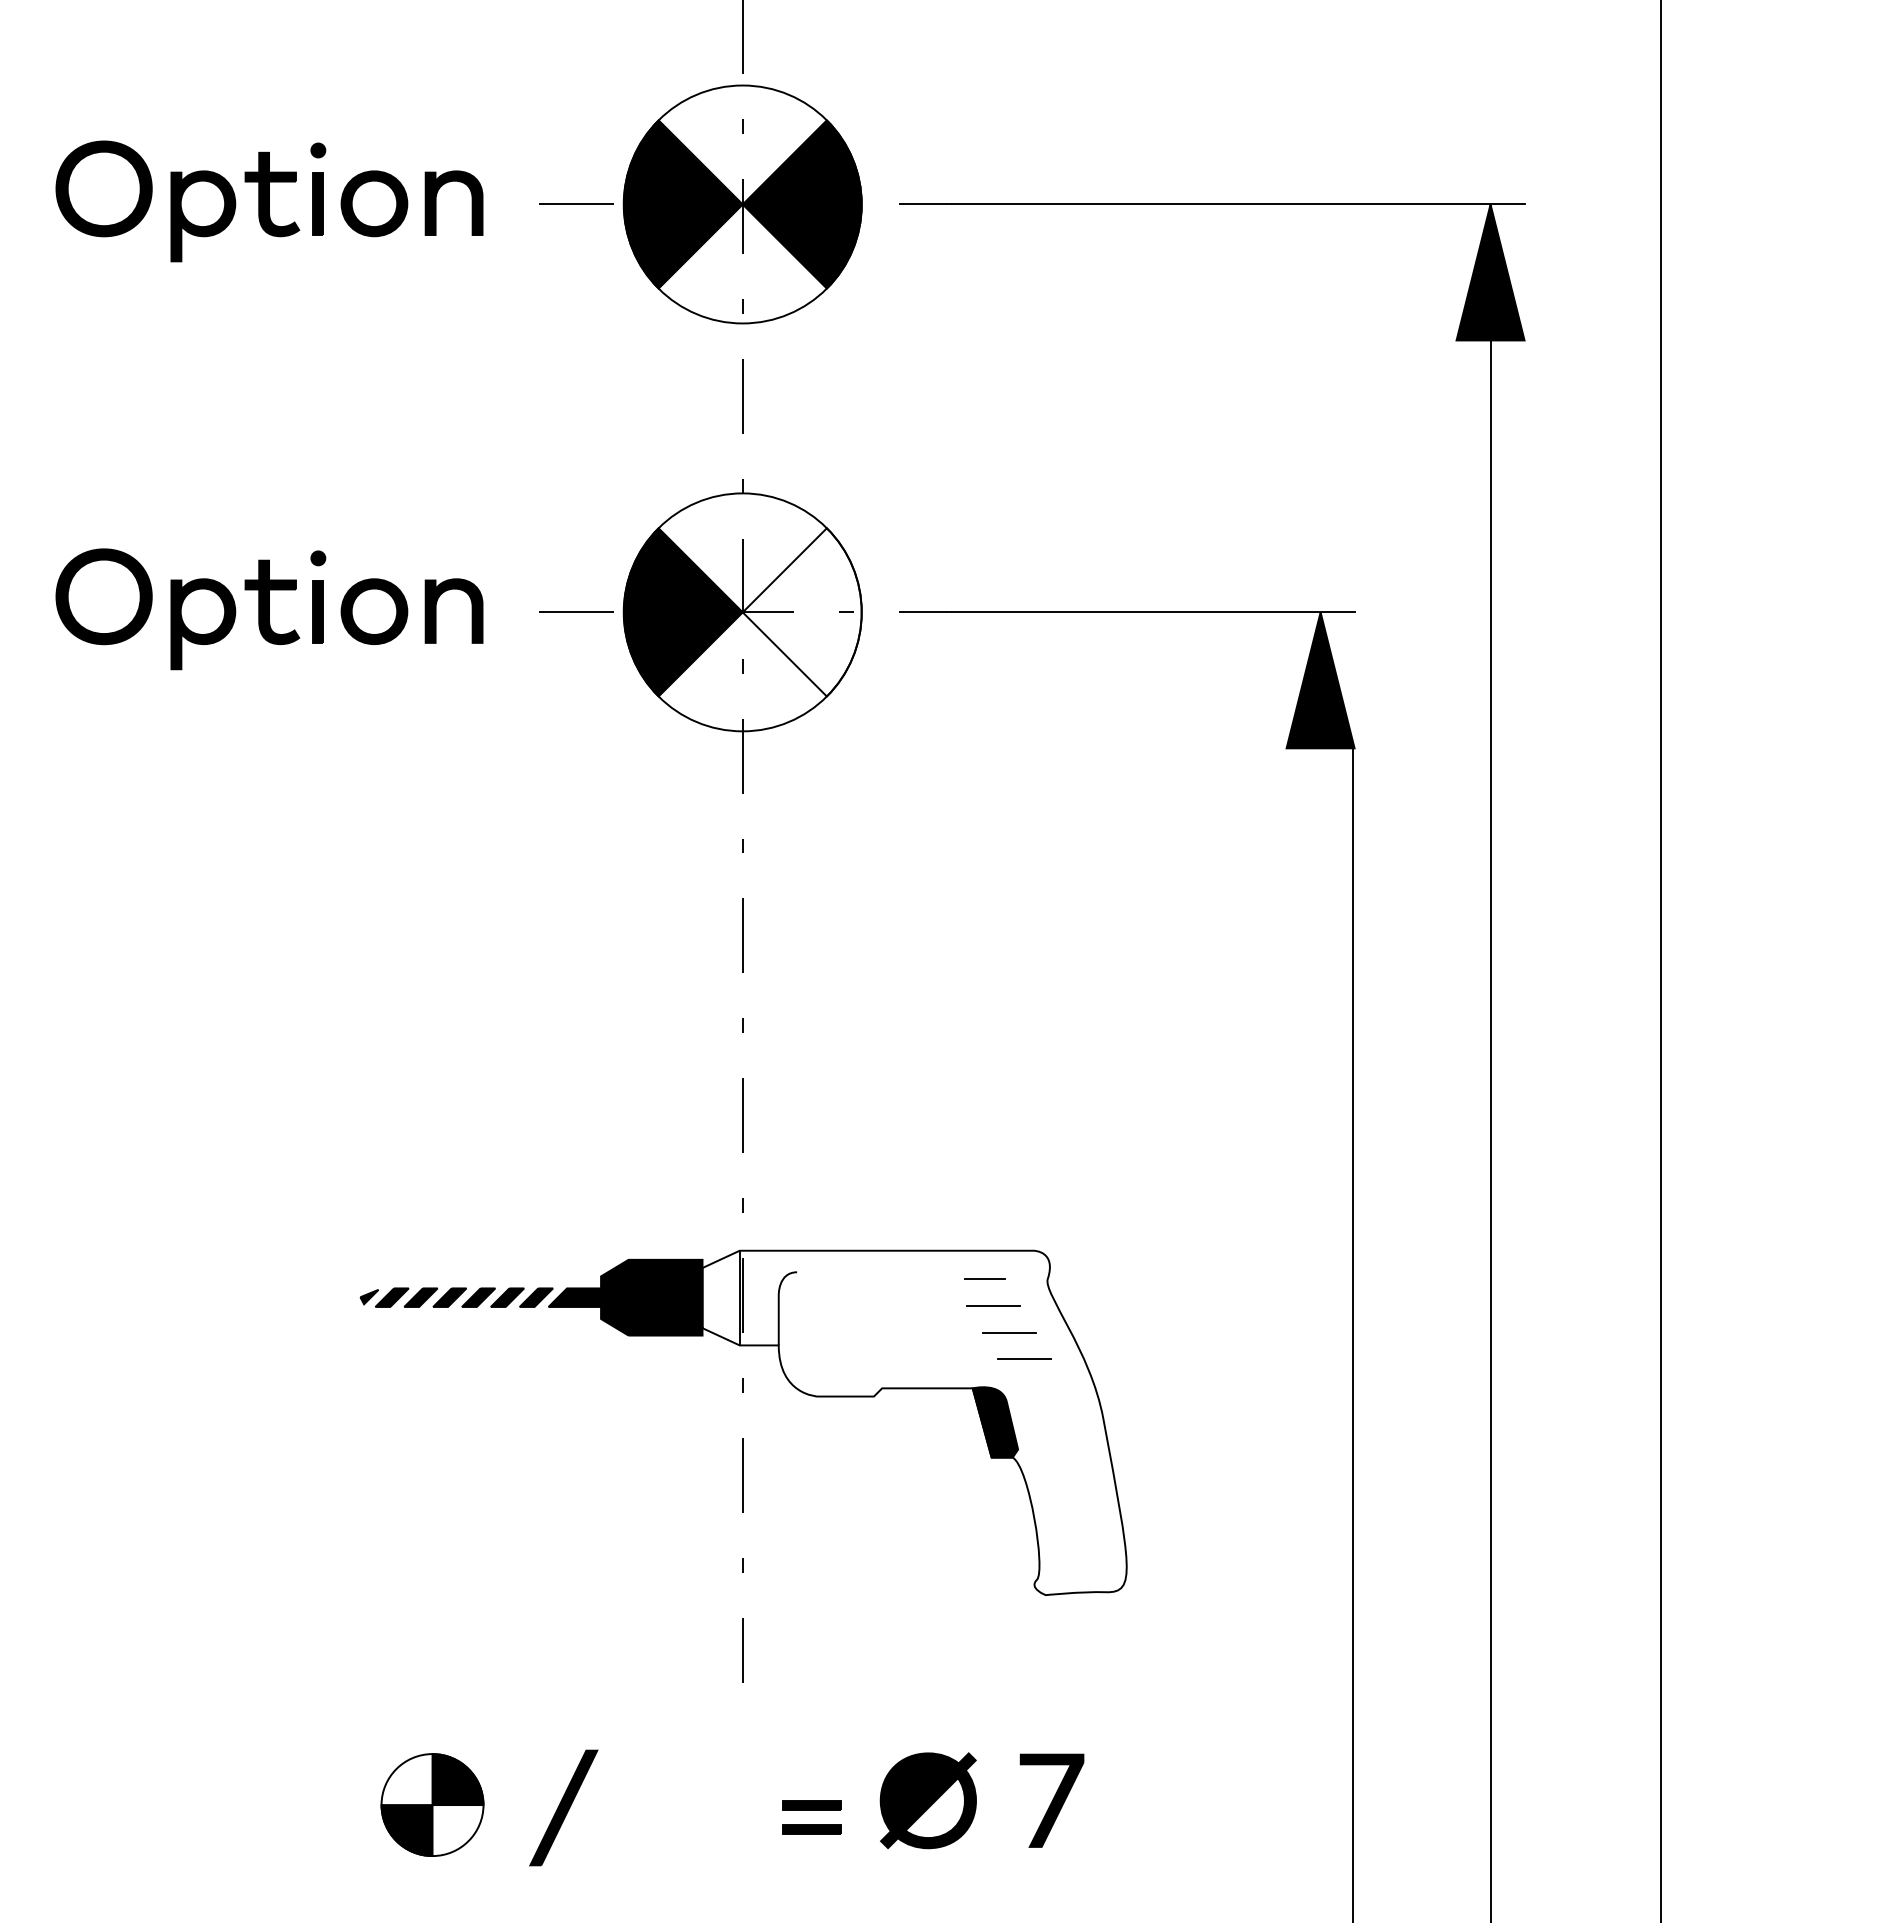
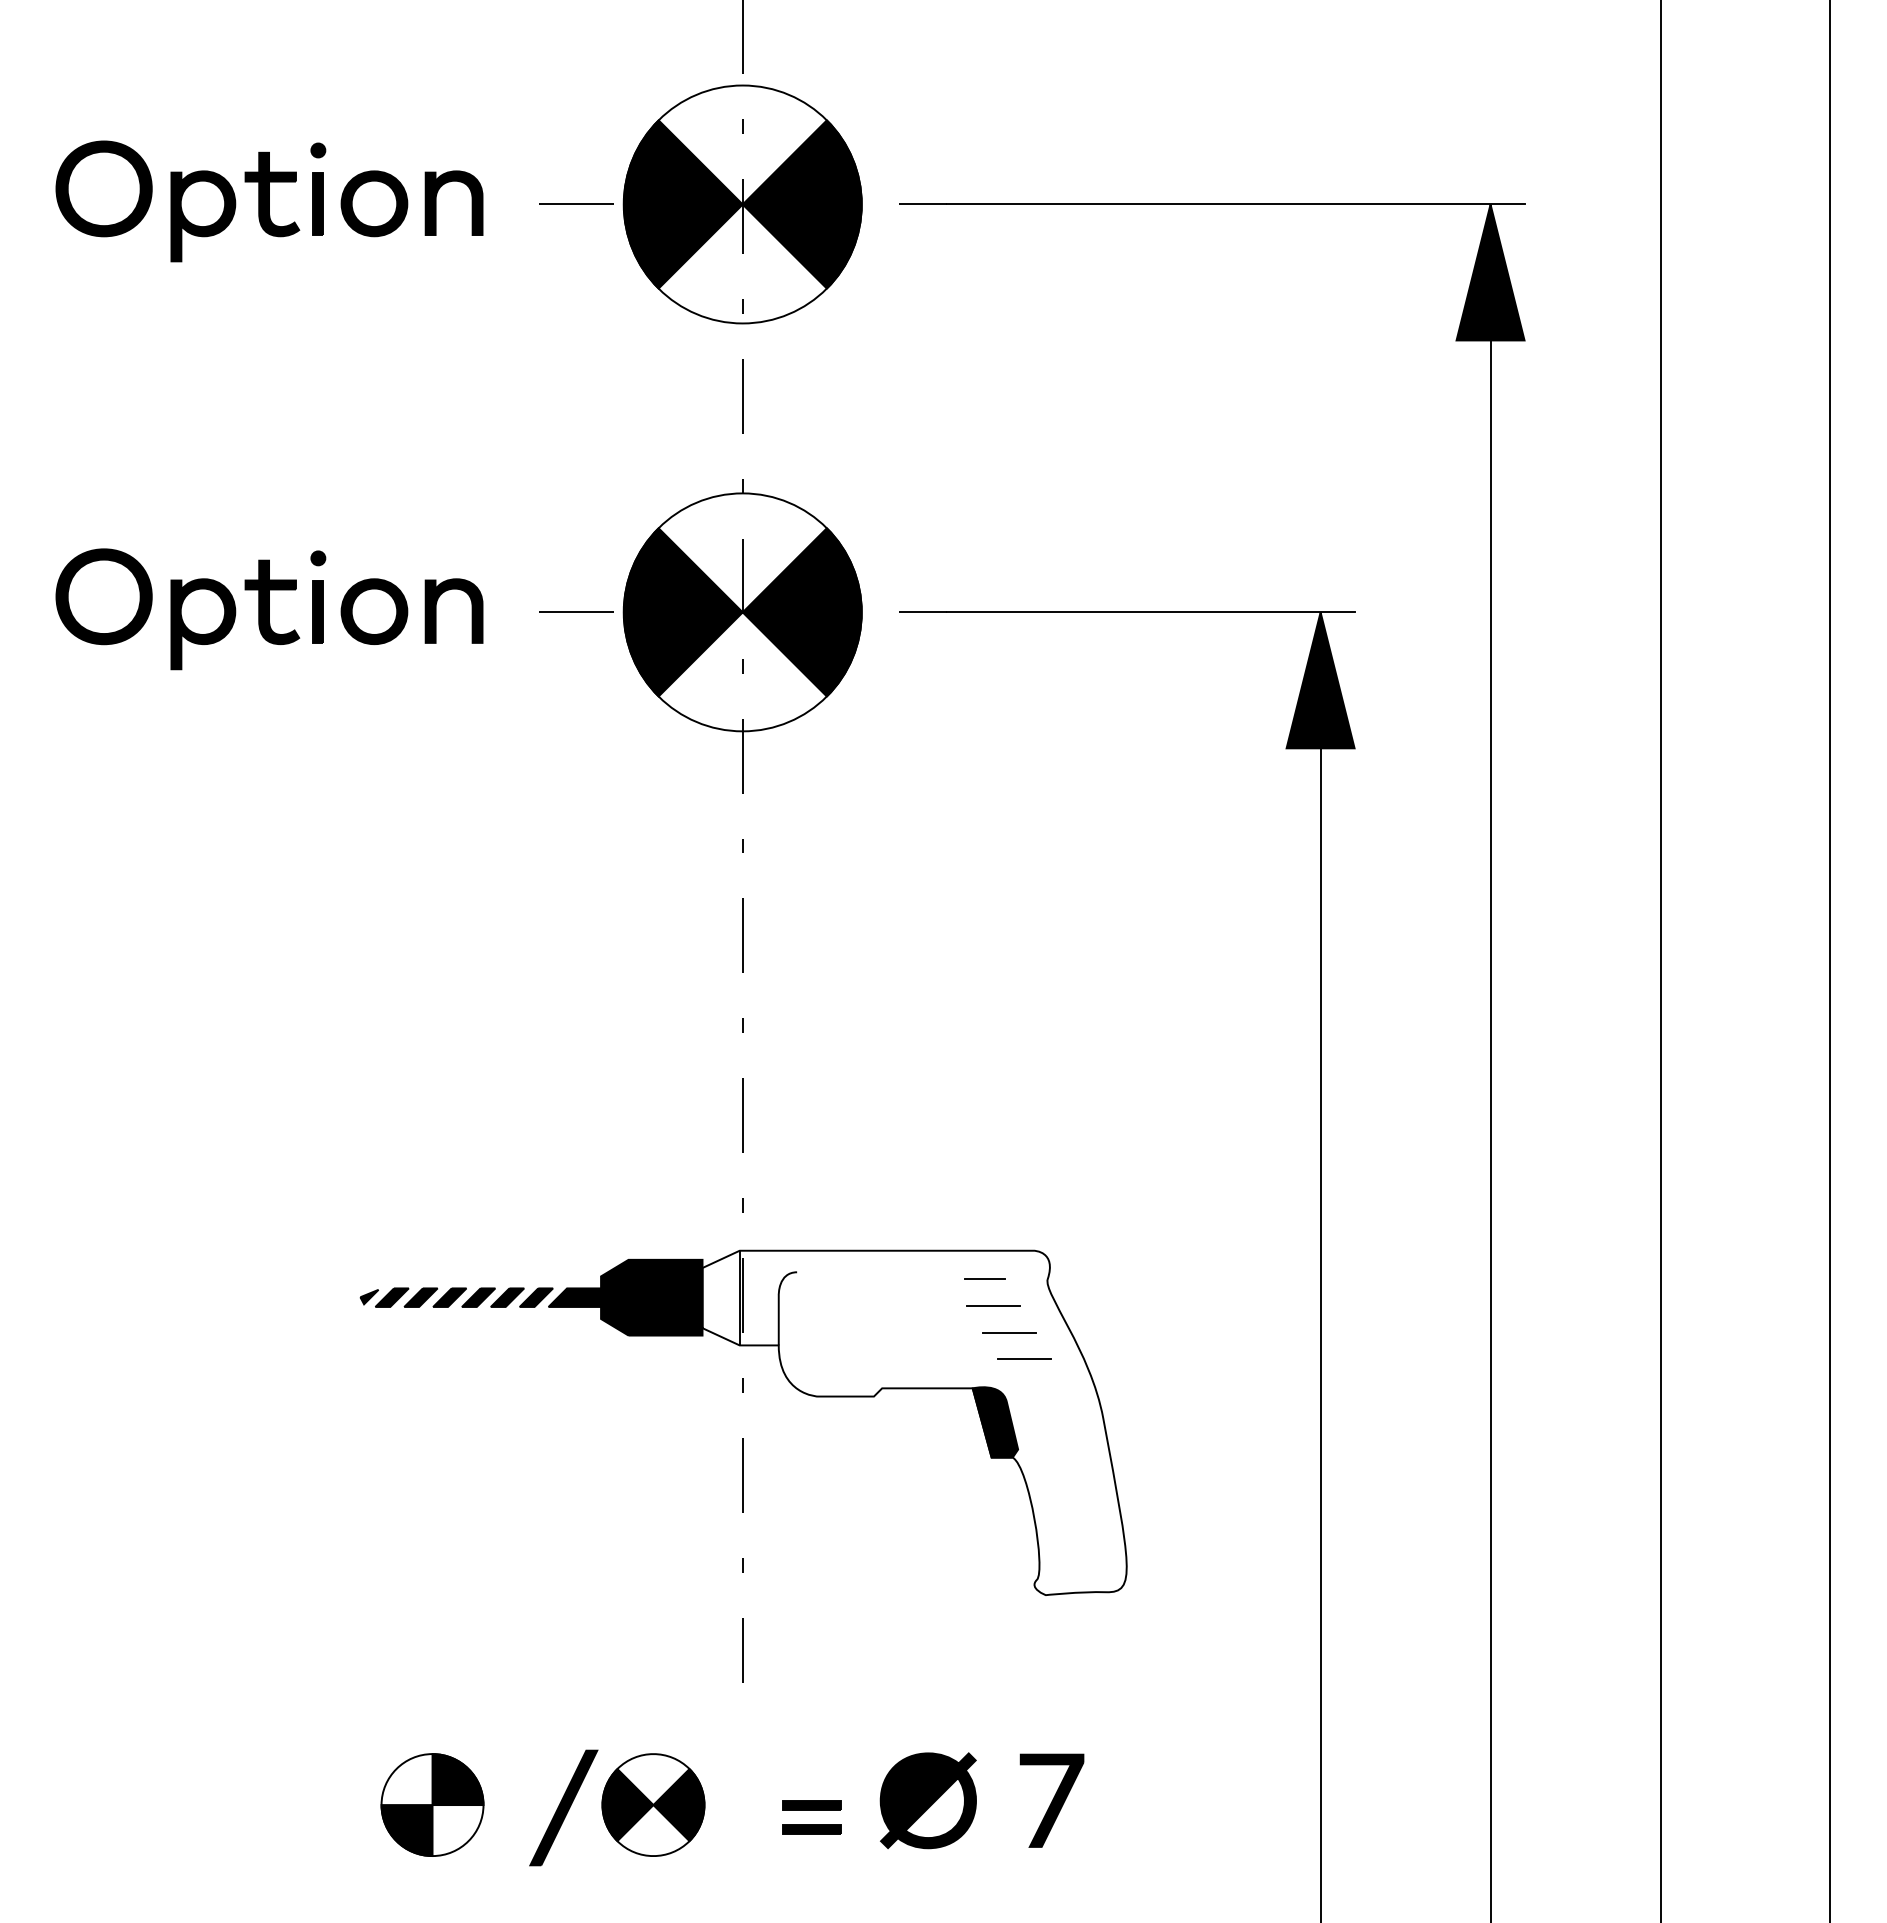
fill at (801, 612): none -> present
line at (1830, 960): none -> present
line at (1352, 1333) position: (1352, 1333) -> (1320, 1333)
part at (653, 1804): none -> present
